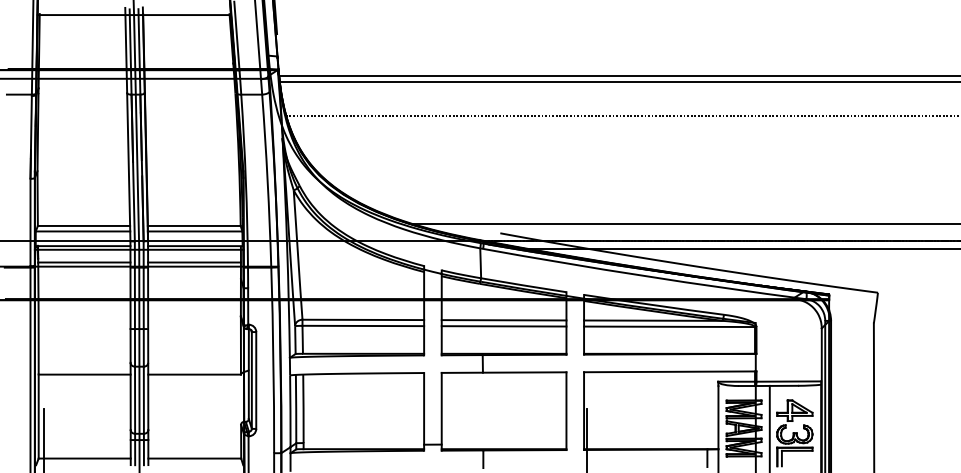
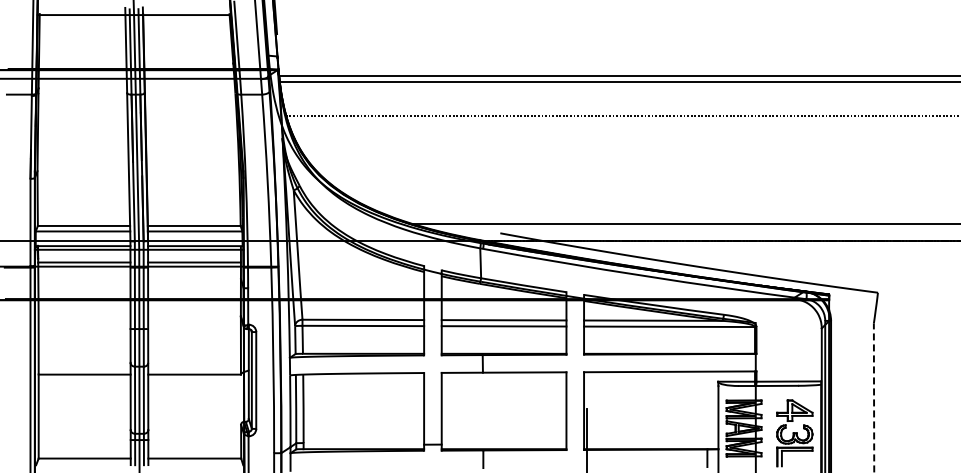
line at (742, 249): present -> none
line at (874, 397): solid -> dashed
line at (769, 427): present -> none
line at (44, 439): present -> none
